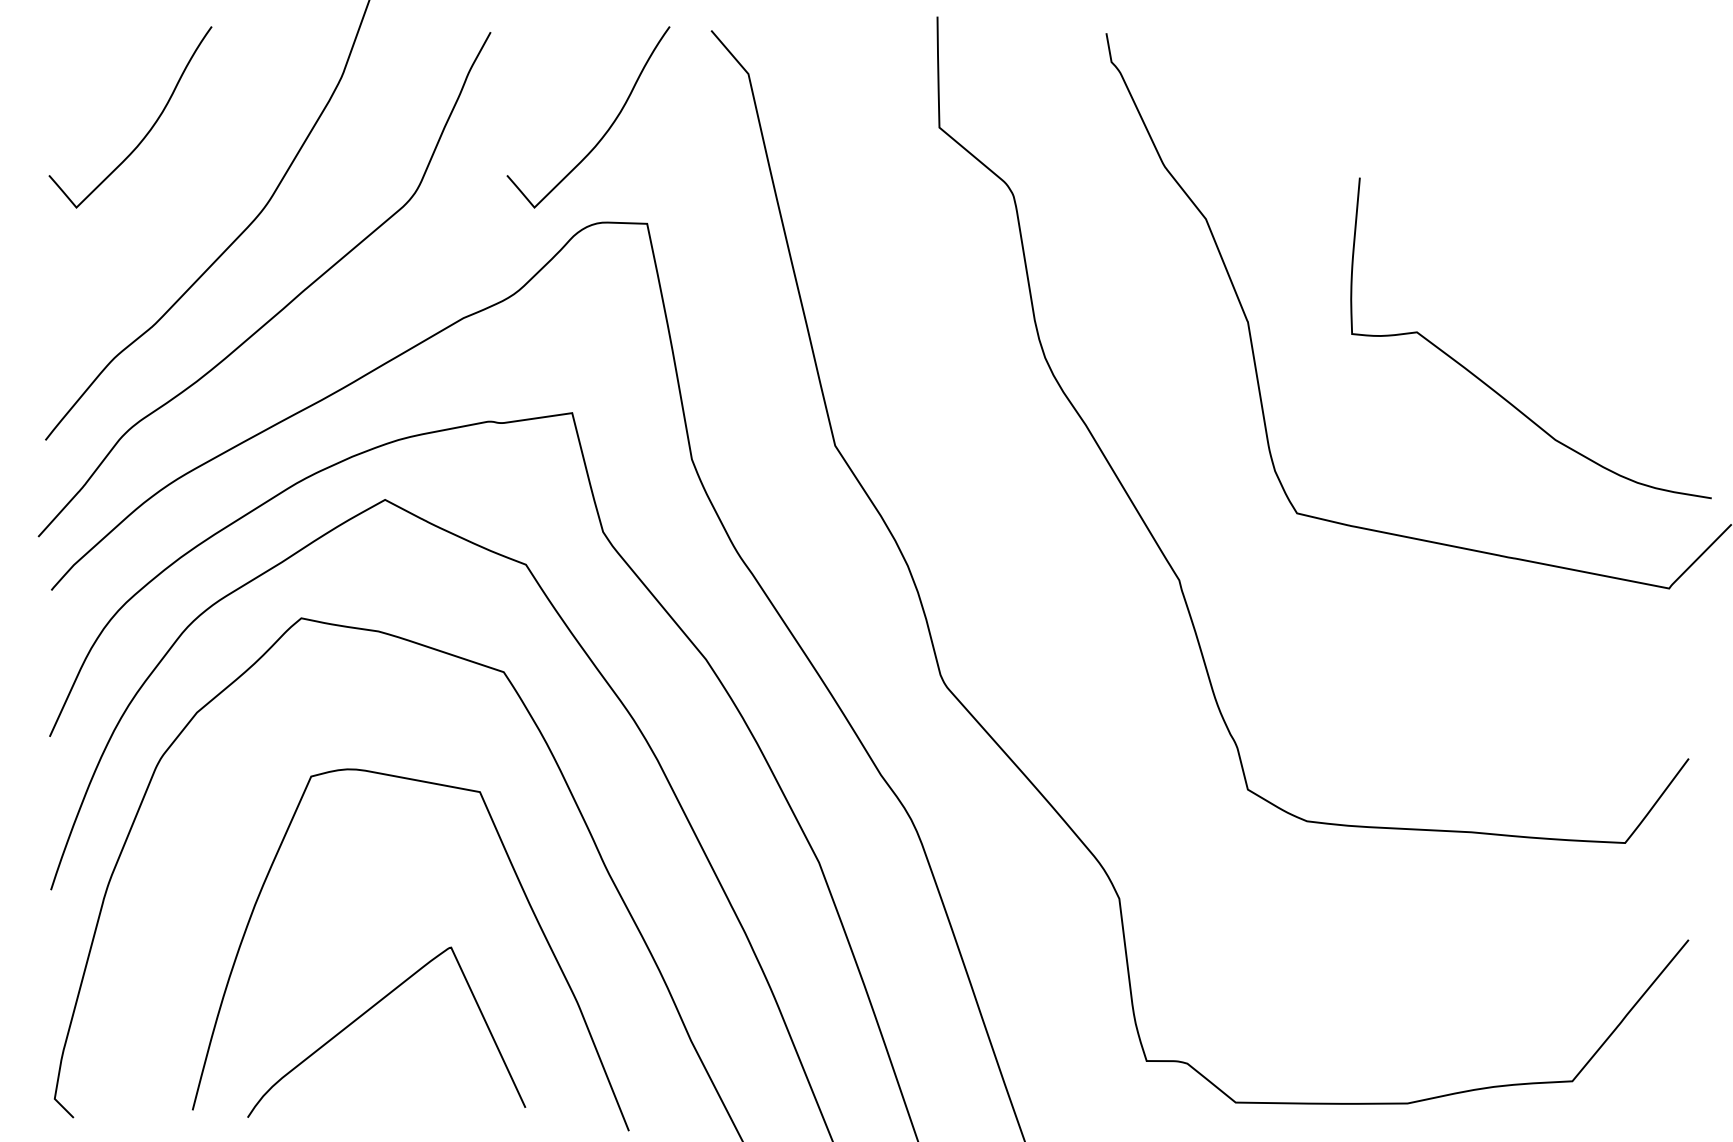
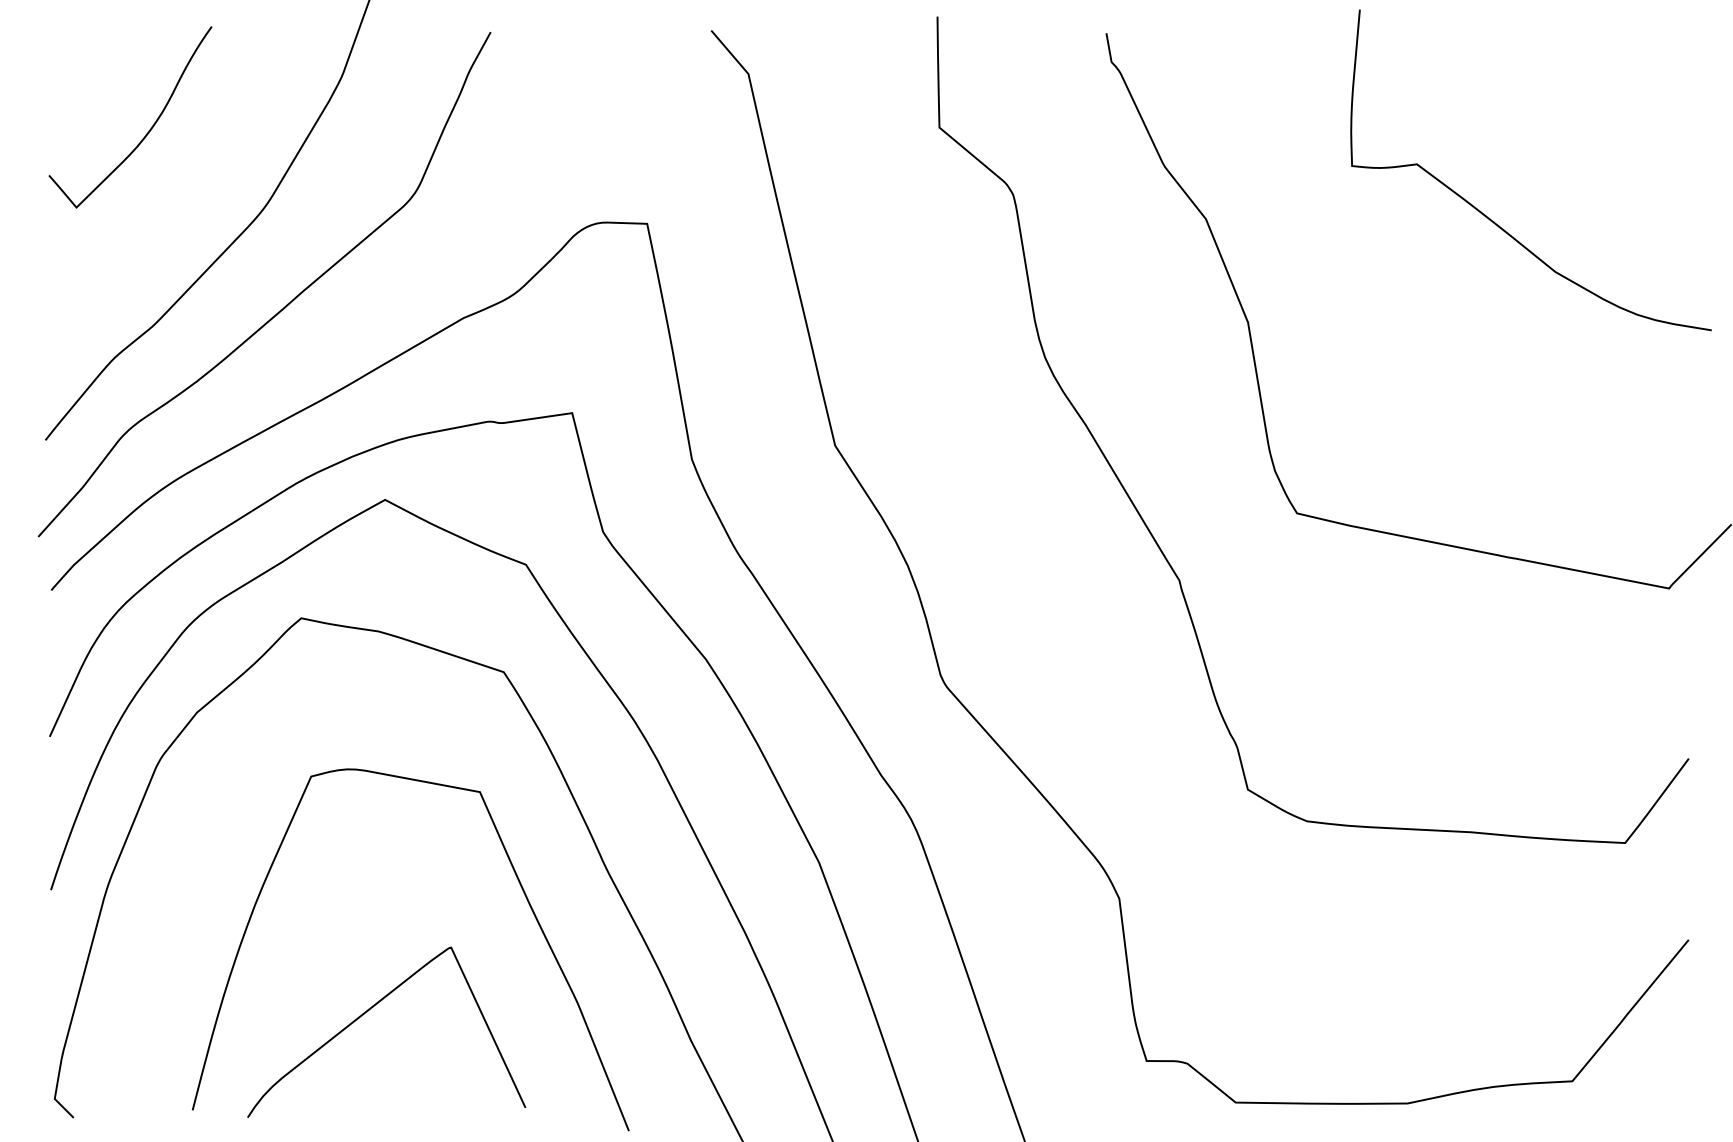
curve at (607, 129): present -> none
curve at (1489, 385) position: (1489, 385) -> (1489, 217)
